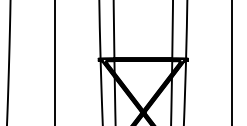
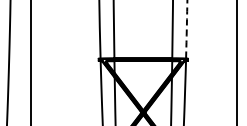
arc at (186, 28): solid -> dashed
line at (54, 62) position: (54, 62) -> (30, 62)
line at (231, 62) position: (231, 62) -> (236, 62)
